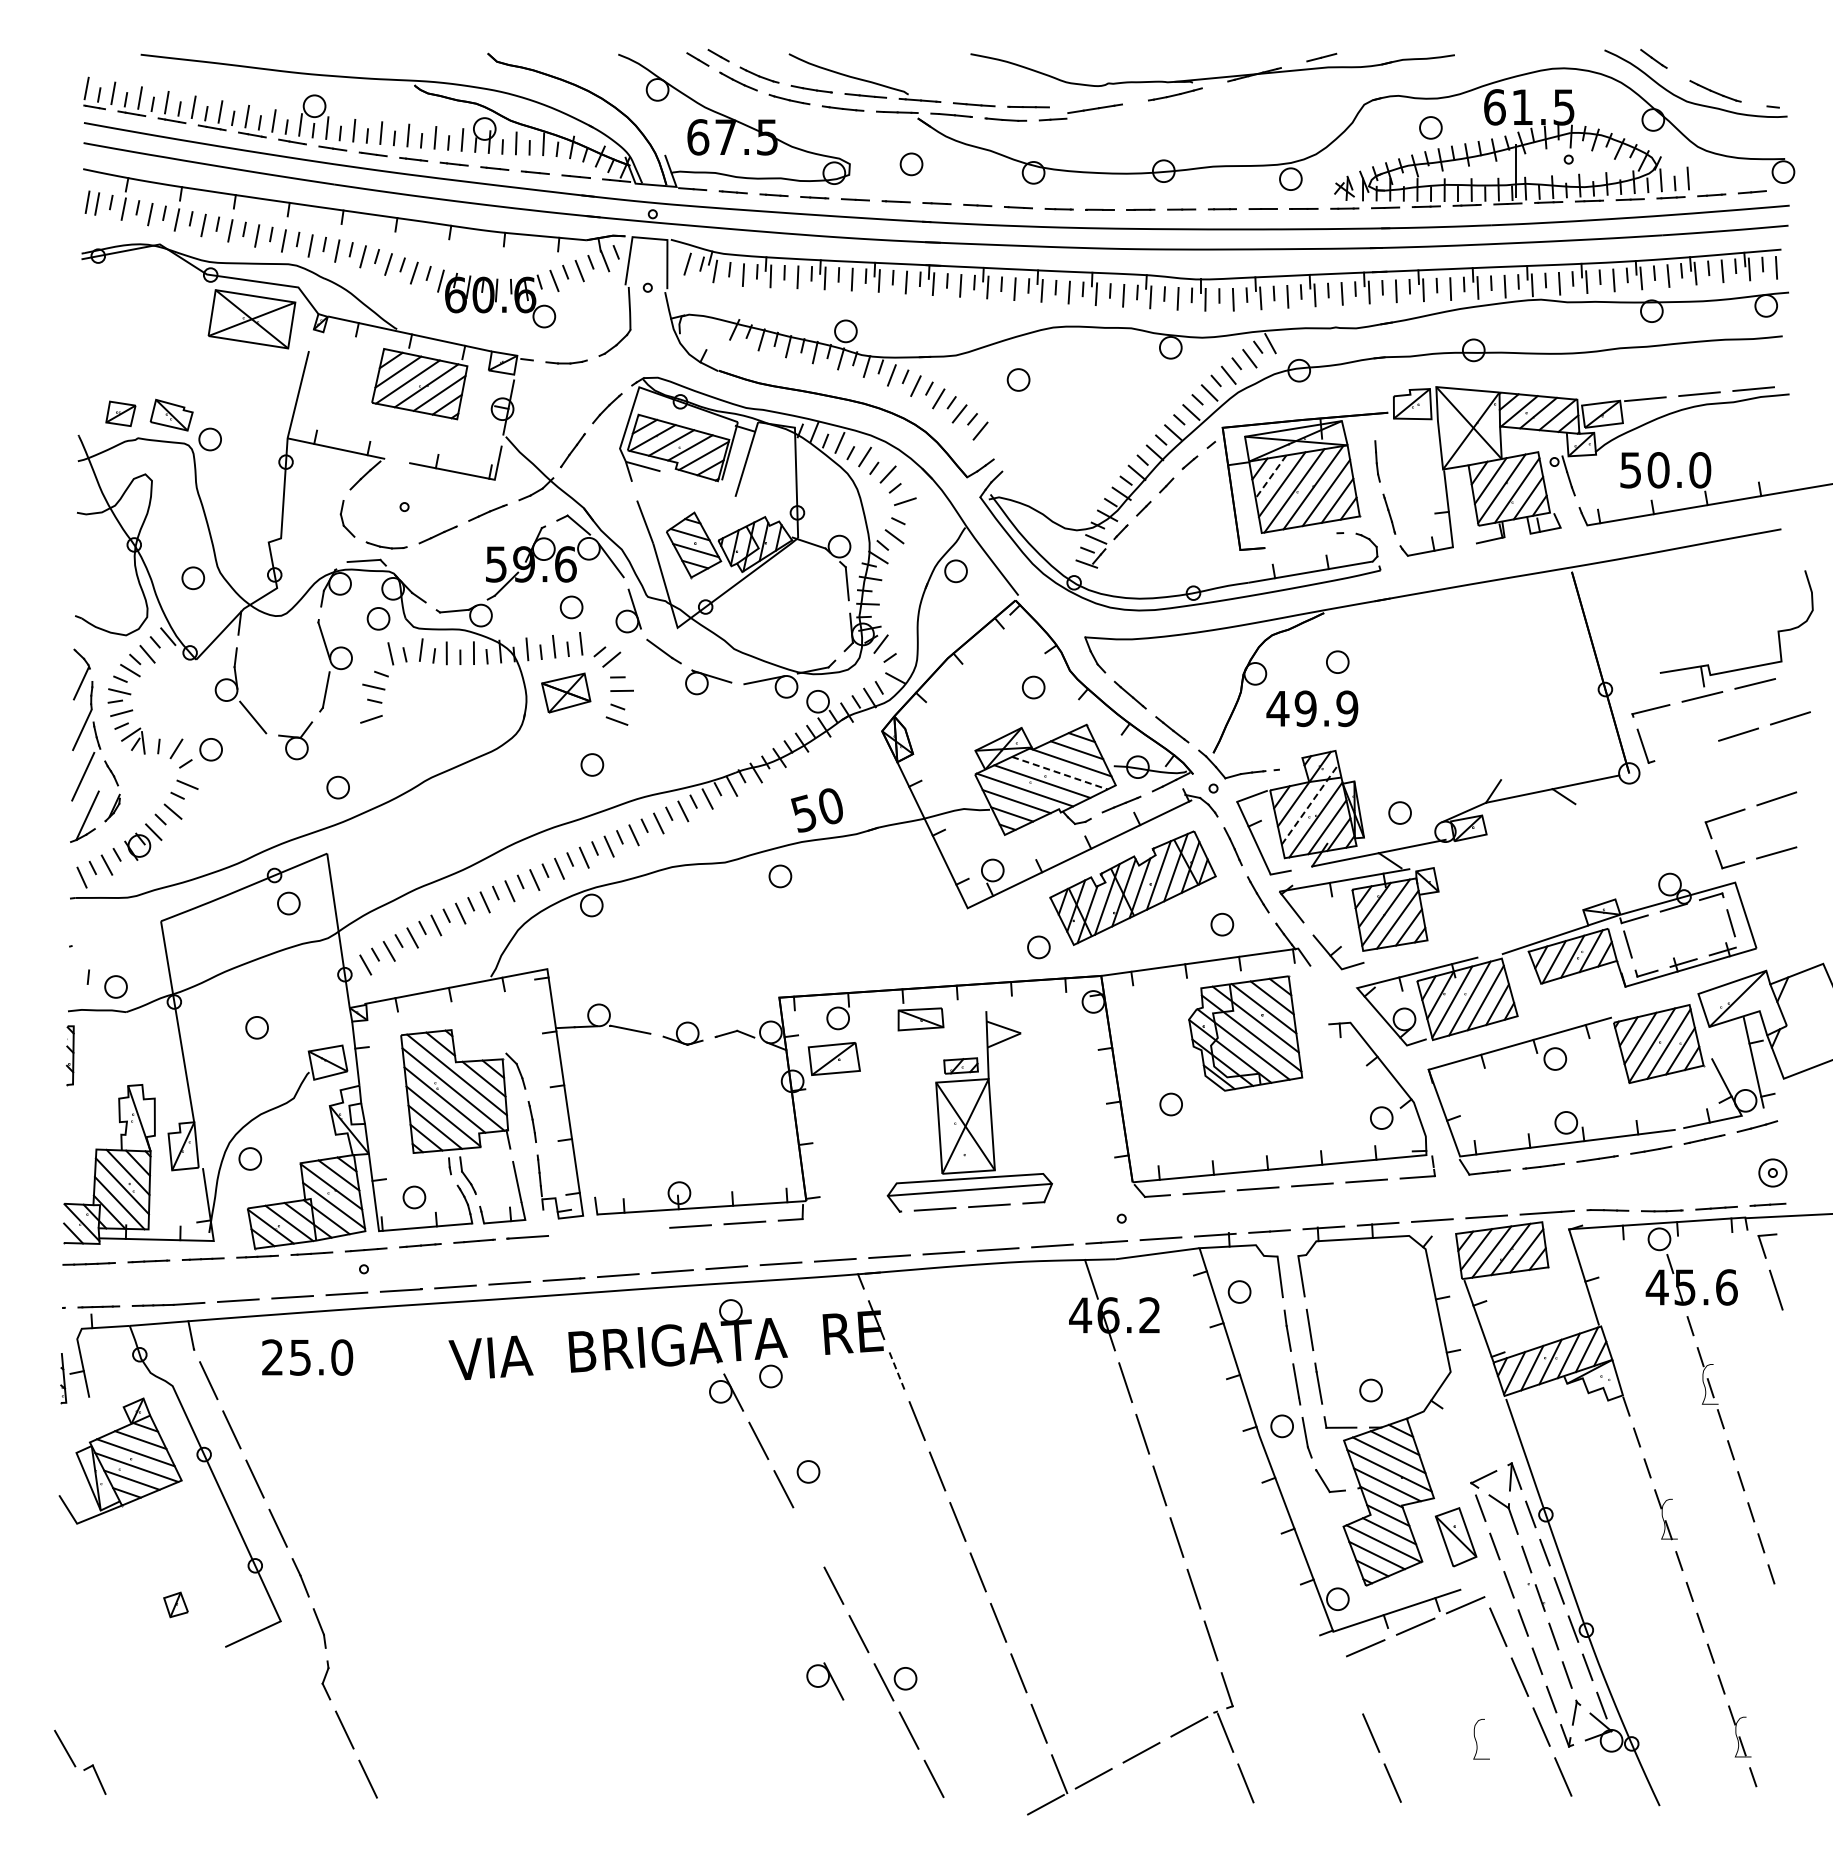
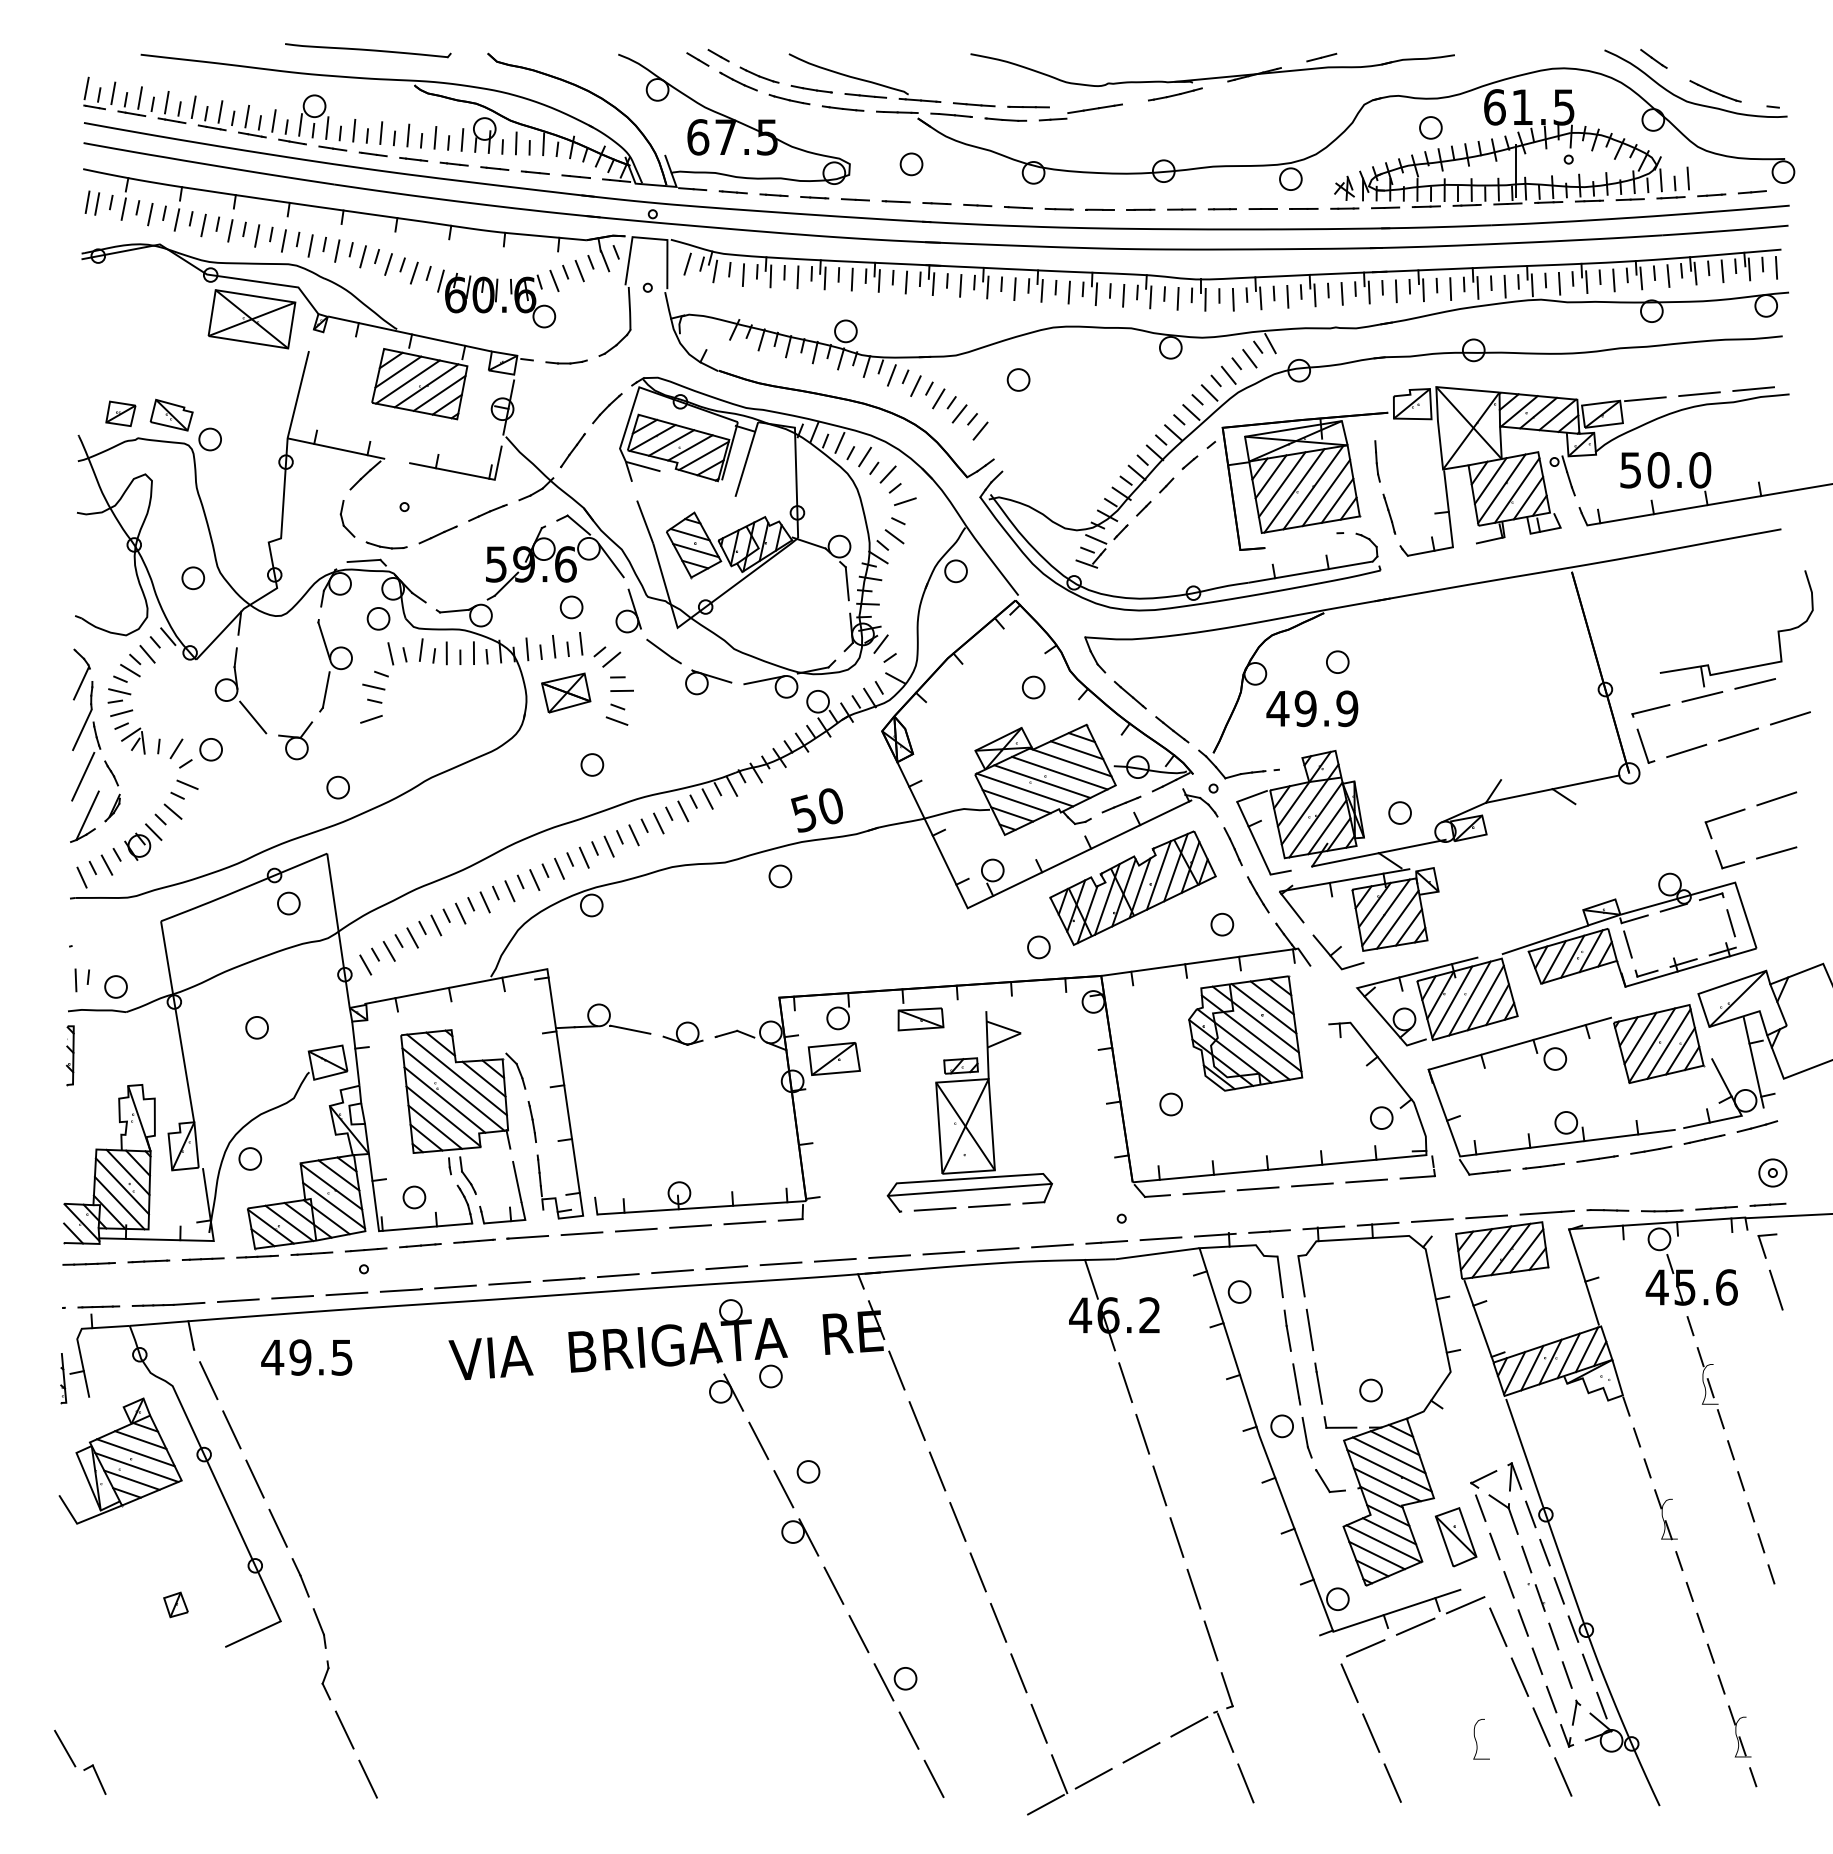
part at (368, 50): none -> present
line at (1270, 477): dashed -> solid
line at (1686, 750): none -> present
line at (1060, 773): dashed -> solid
line at (1310, 804): dashed -> solid
line at (75, 980): none -> present
line at (635, 1229): none -> present
line at (581, 1233): none -> present
text at (307, 1357): 25.0 -> 49.5
line at (896, 1370): dashed -> solid
part at (825, 1681) position: (825, 1681) -> (800, 1537)
line at (1349, 1682): none -> present
